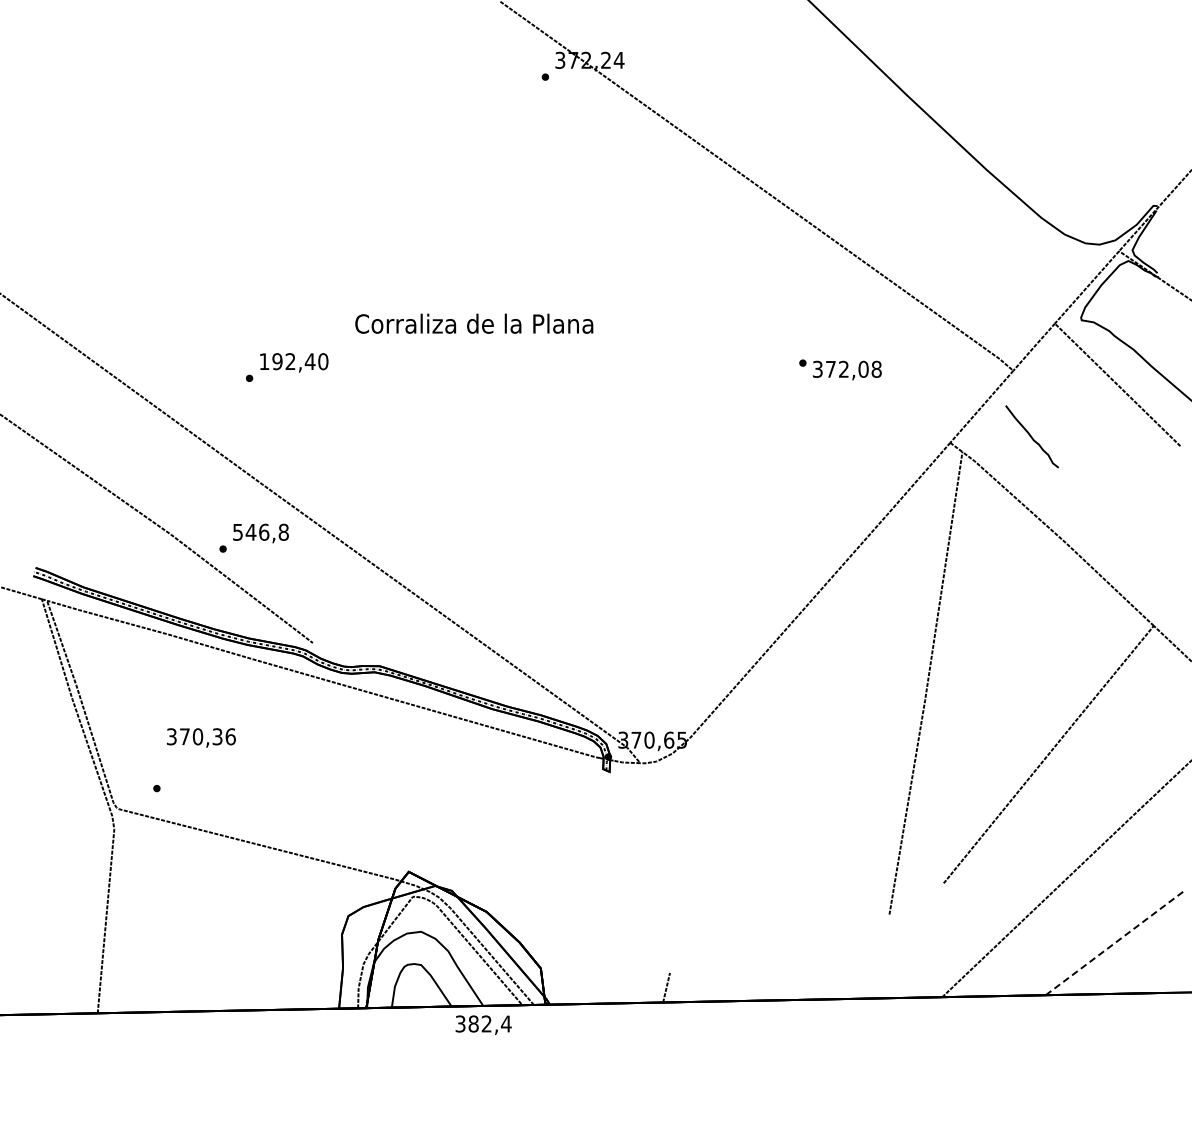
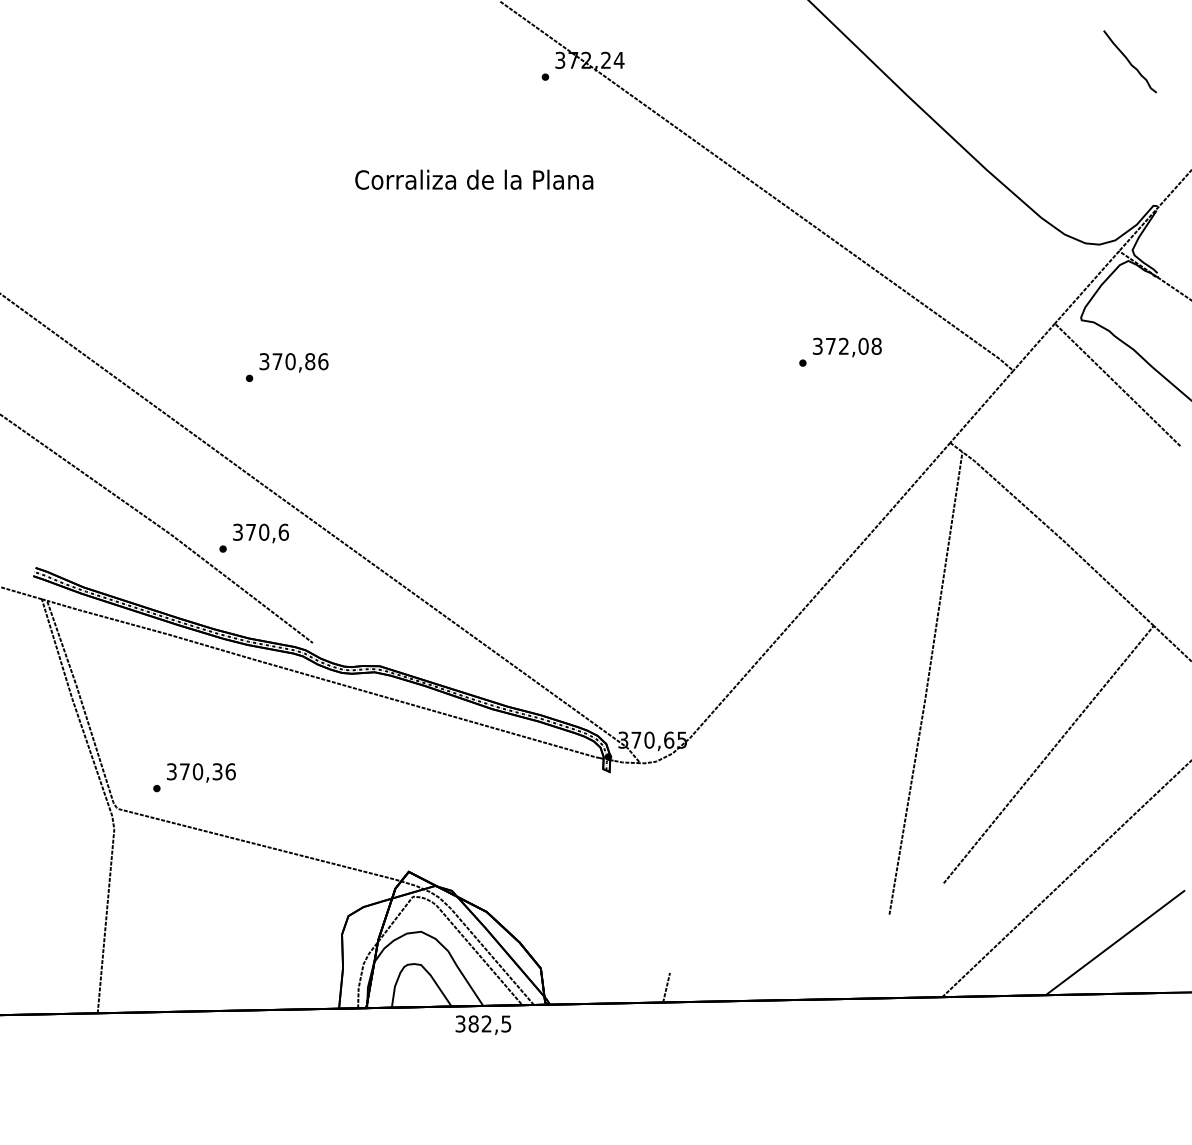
text at (474, 323) position: (474, 323) -> (474, 179)
text at (293, 361): 192,40 -> 370,86
text at (847, 370) position: (847, 370) -> (847, 347)
curve at (1031, 436) position: (1031, 436) -> (1129, 61)
text at (260, 531): 546,8 -> 370,6
text at (201, 737) position: (201, 737) -> (201, 772)
line at (1115, 942): dashed -> solid
text at (505, 1023): 382,4 -> 382,5
